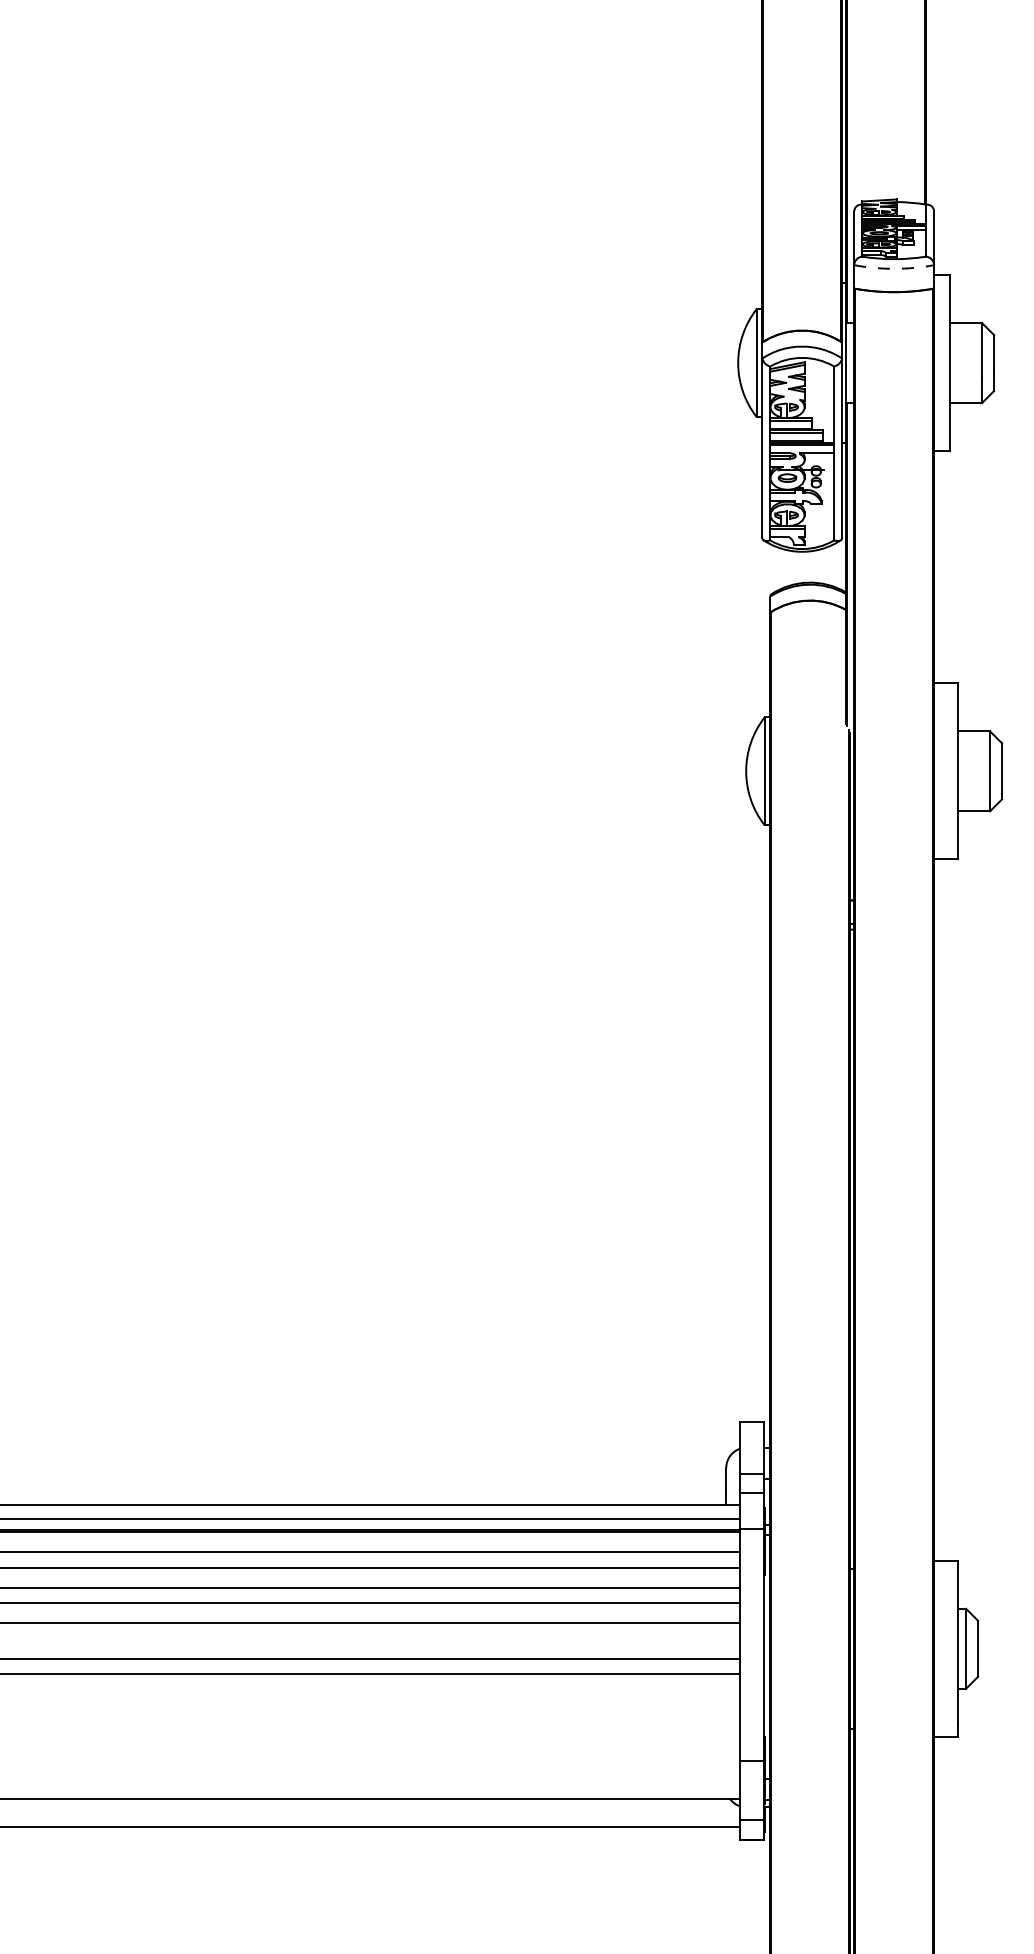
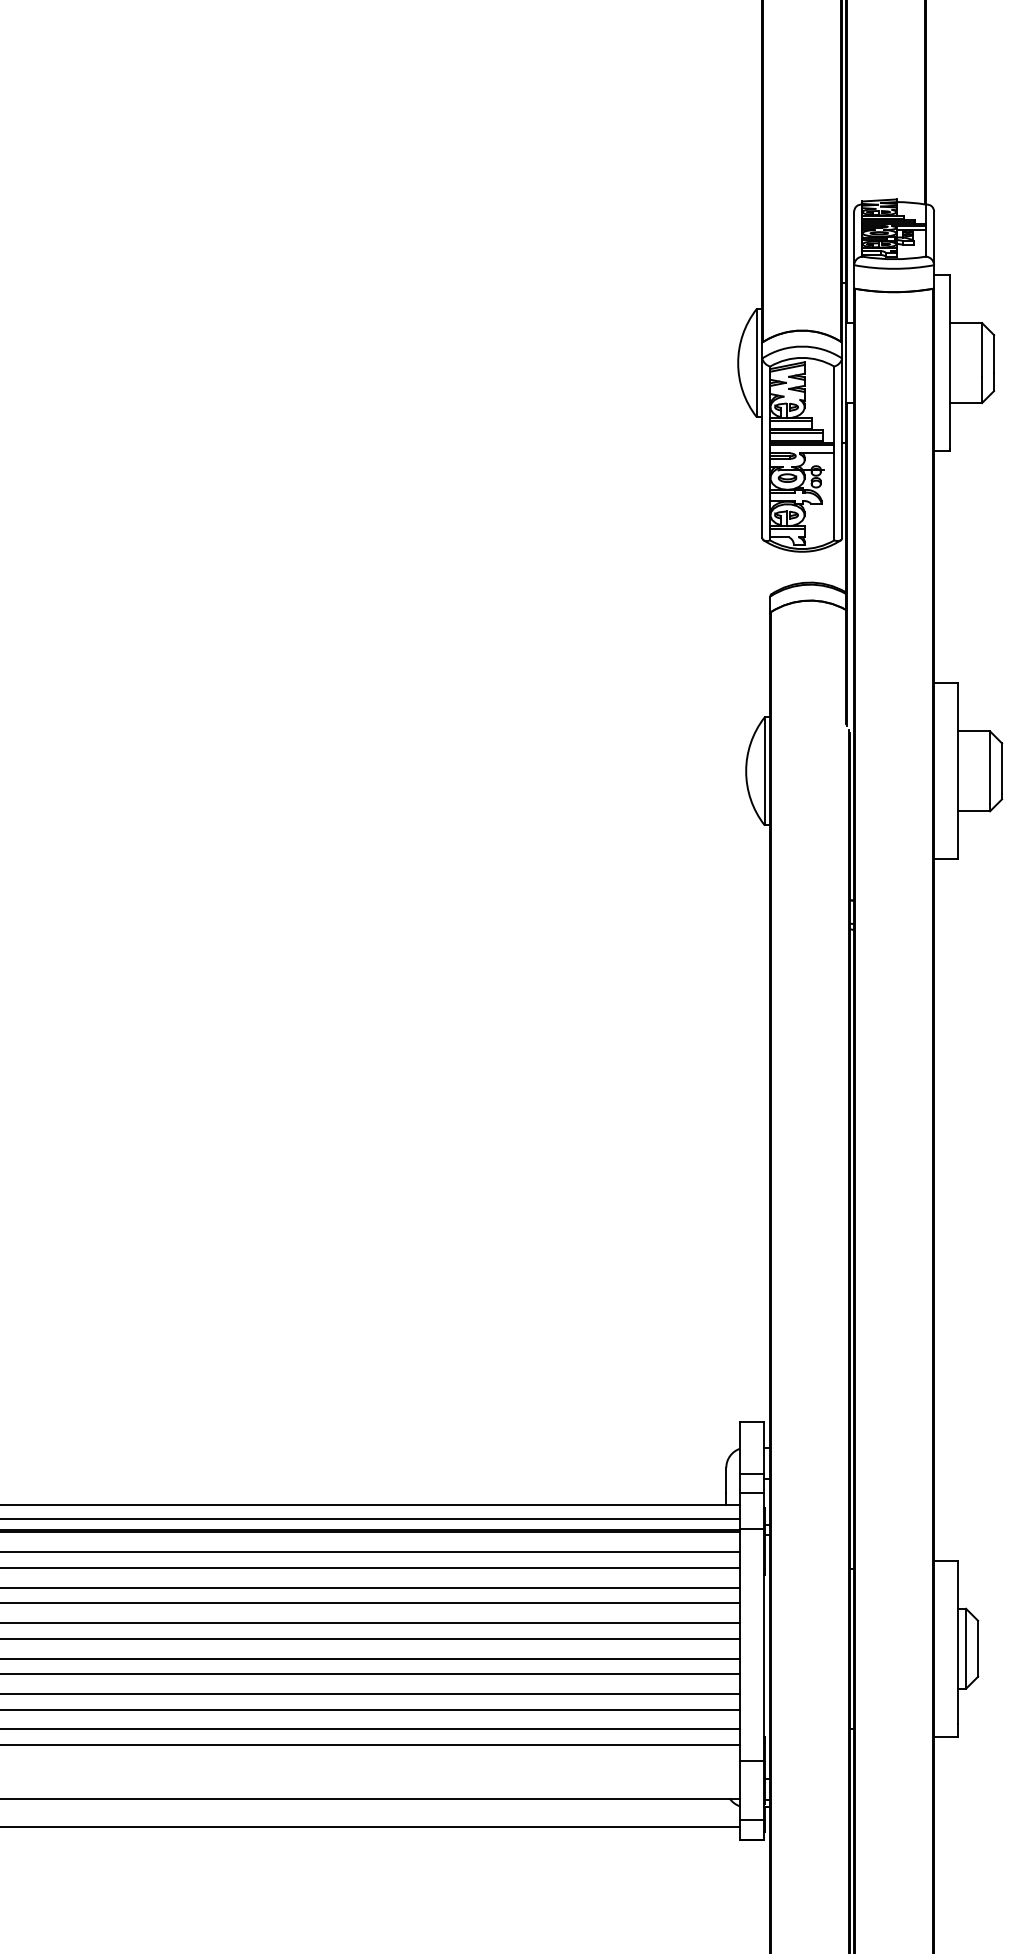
arc at (894, 268): dashed -> solid
line at (370, 1638): none -> present
line at (370, 1694): none -> present
line at (370, 1709): none -> present
line at (370, 1729): none -> present
line at (370, 1745): none -> present
